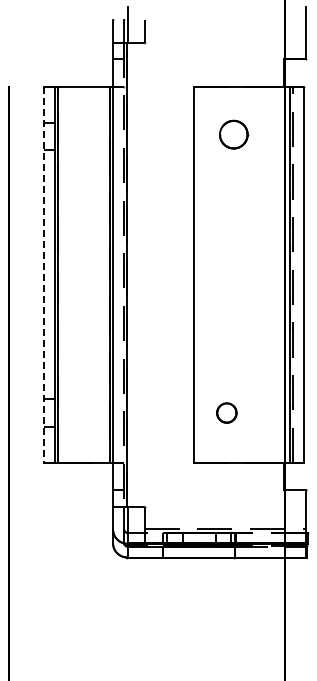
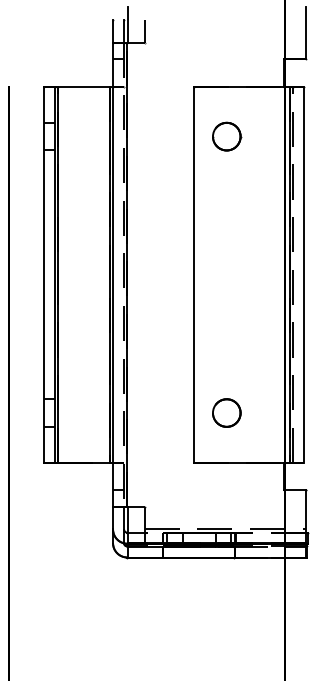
part at (234, 134) position: (234, 134) -> (227, 136)
line at (43, 274): dashed -> solid
circle at (226, 412) size: 22x22 px -> 30x30 px
